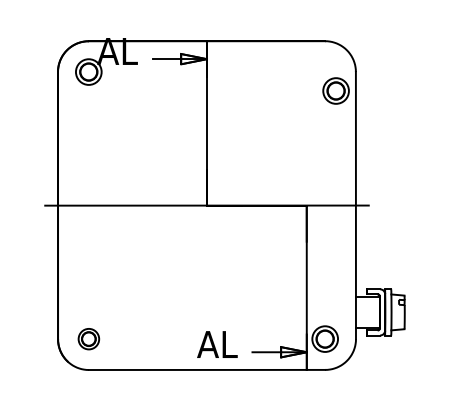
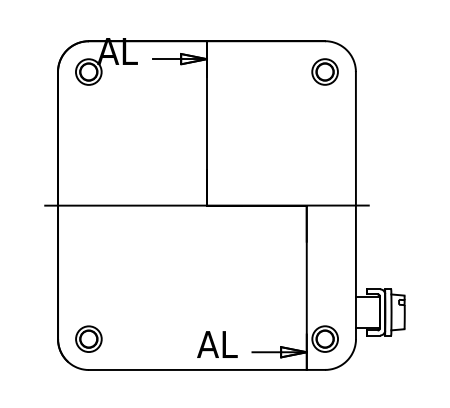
part at (335, 90) position: (335, 90) -> (324, 71)
part at (88, 339) size: 24x23 px -> 28x28 px
